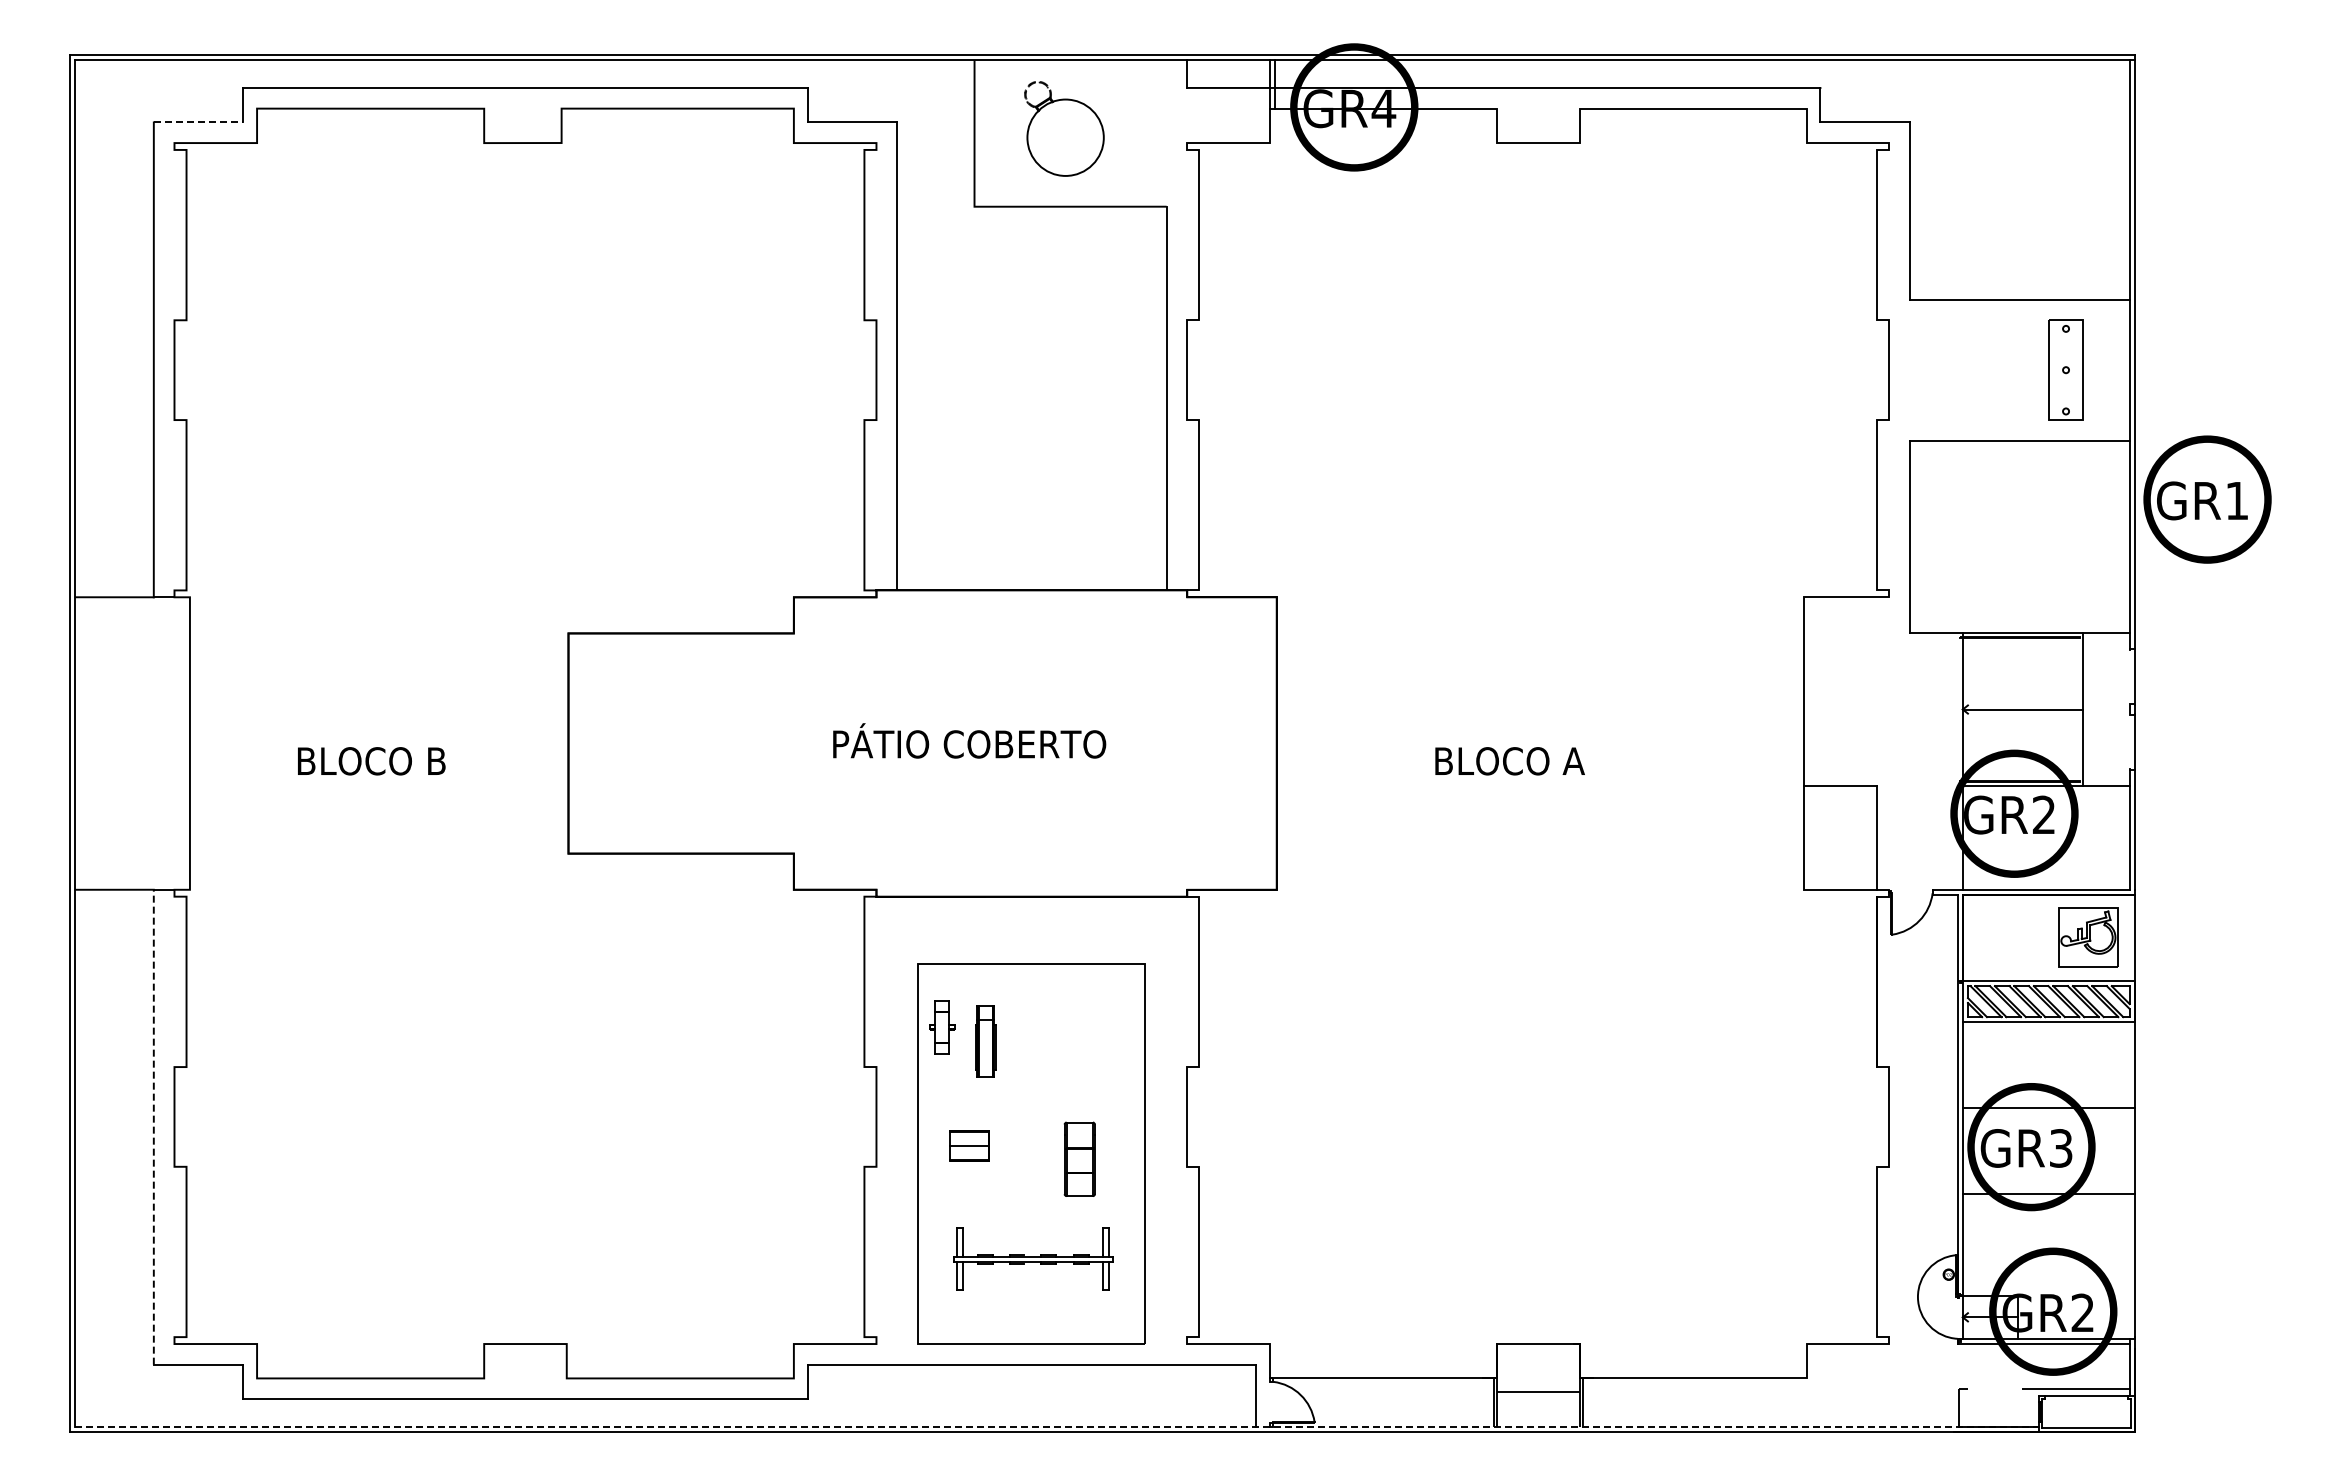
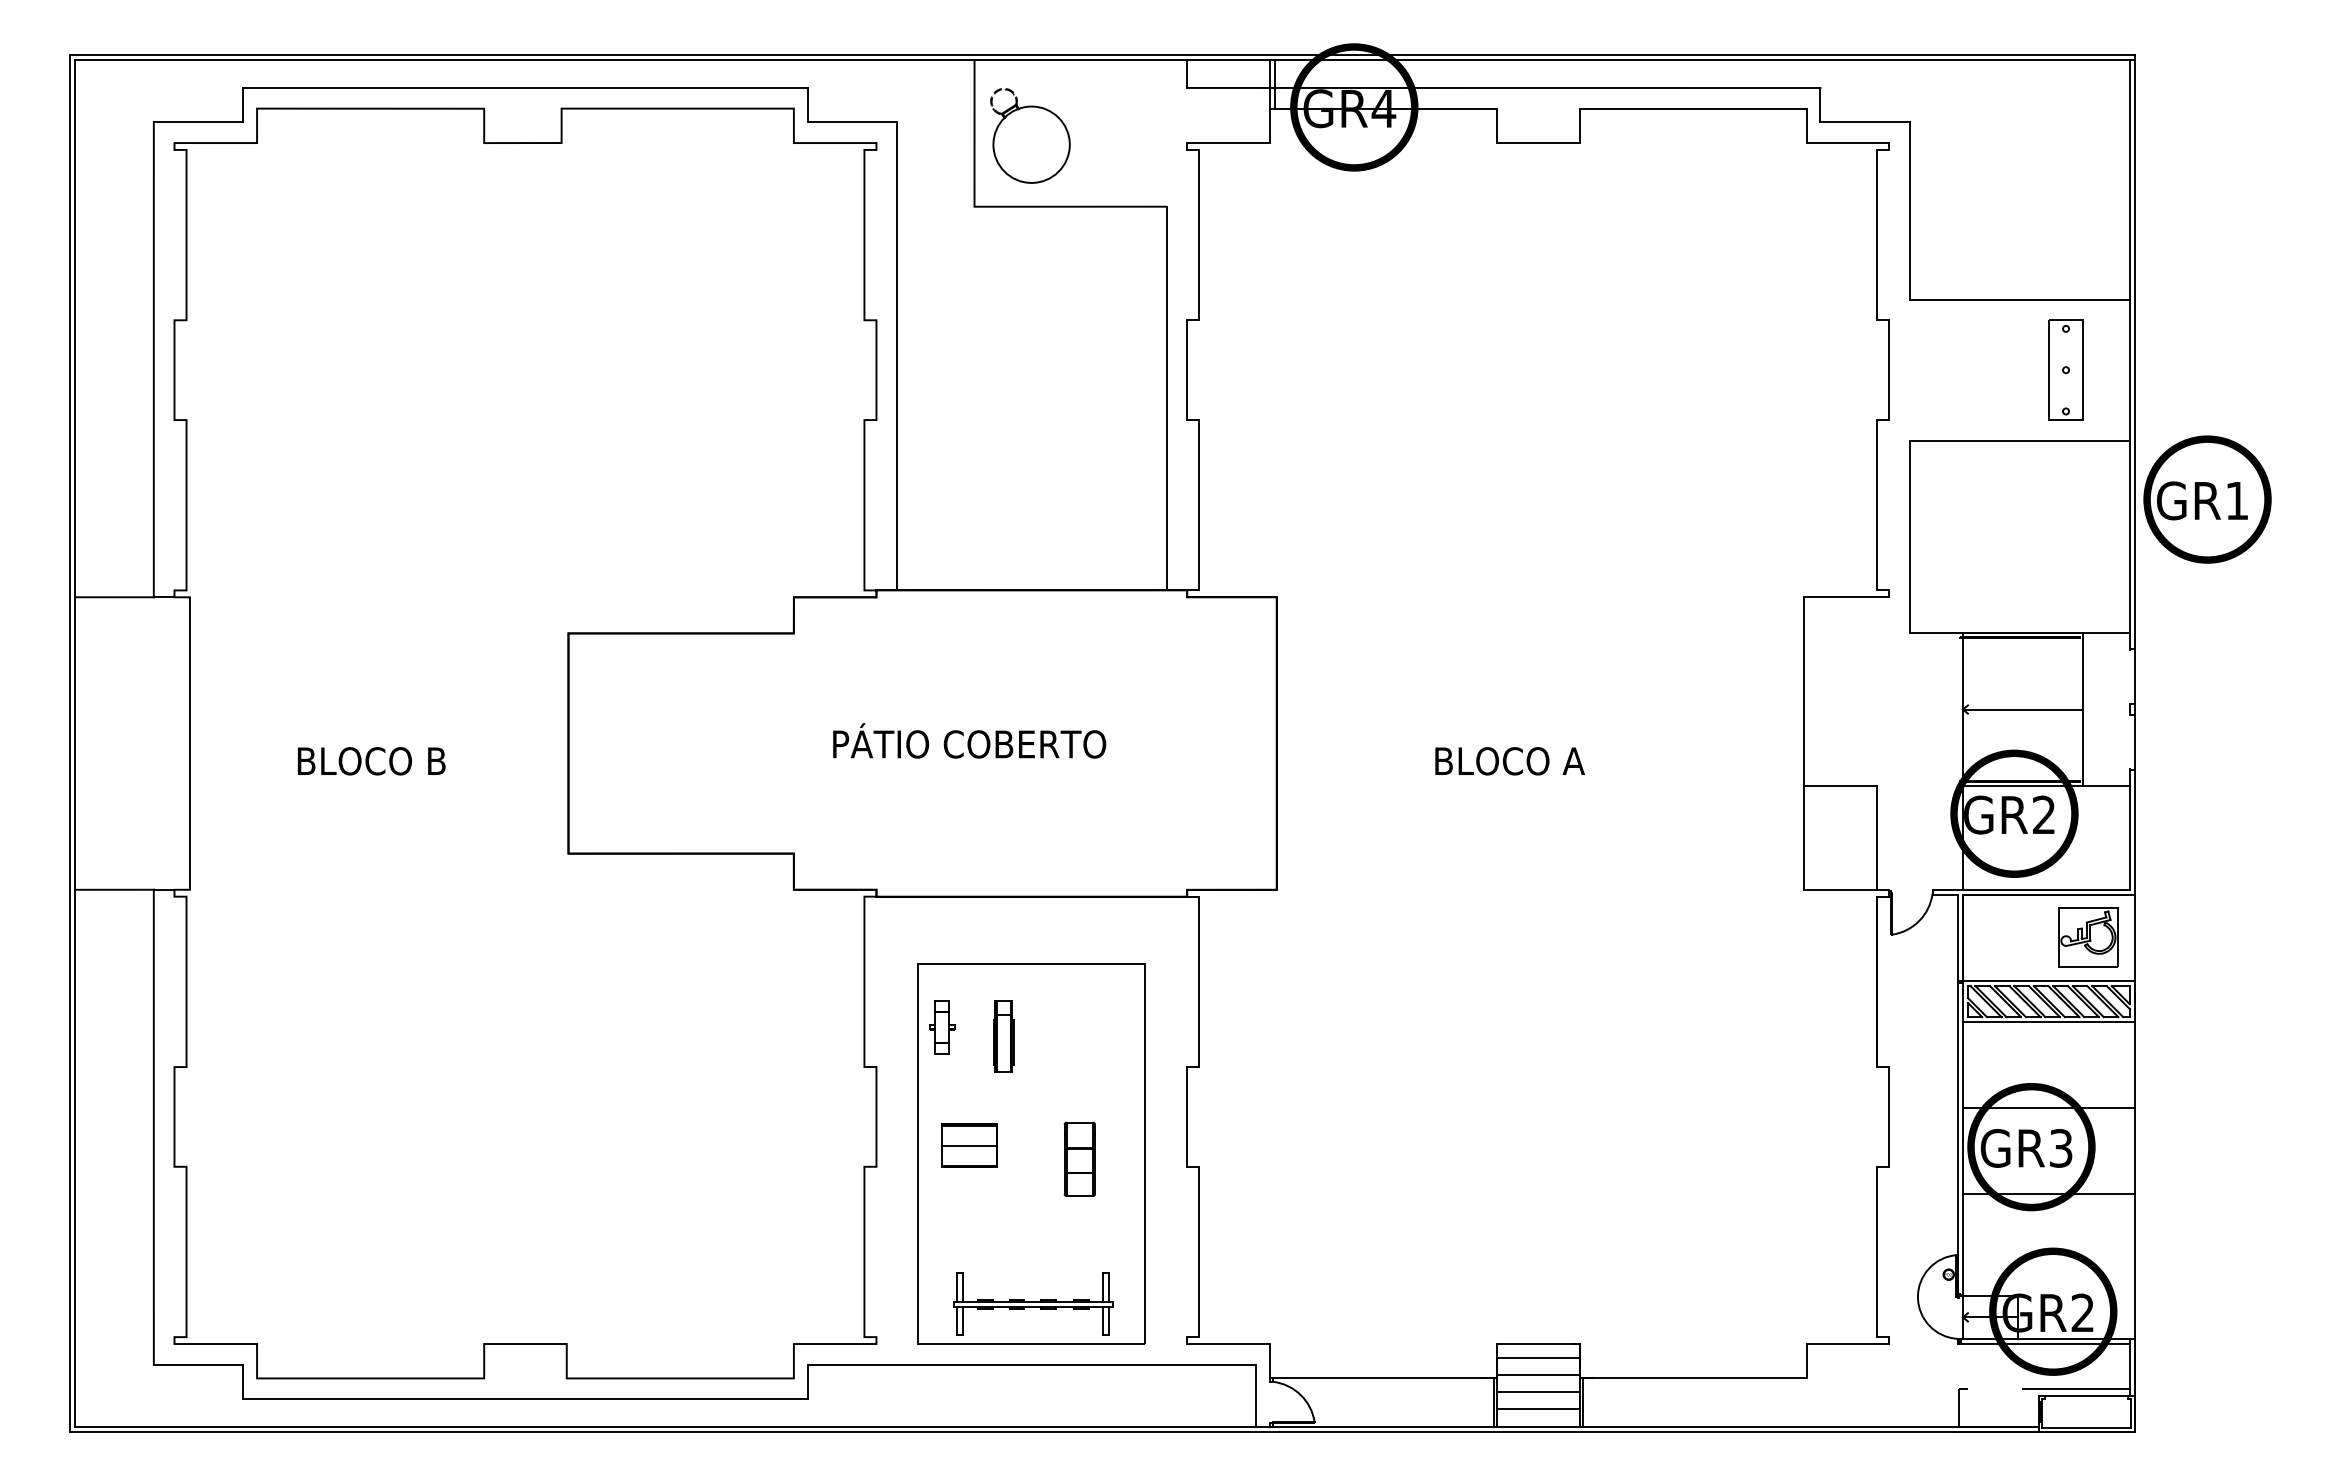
line at (198, 122): dashed -> solid
part at (1064, 128) position: (1064, 128) -> (1030, 135)
part at (985, 1041) position: (985, 1041) -> (1003, 1036)
line at (153, 1126): dashed -> solid
part at (969, 1145) size: 41x32 px -> 57x45 px
part at (1033, 1258) position: (1033, 1258) -> (1033, 1303)
line at (1538, 1357): none -> present
line at (1538, 1374): none -> present
line at (1538, 1409): none -> present
line at (1056, 1426): dashed -> solid
